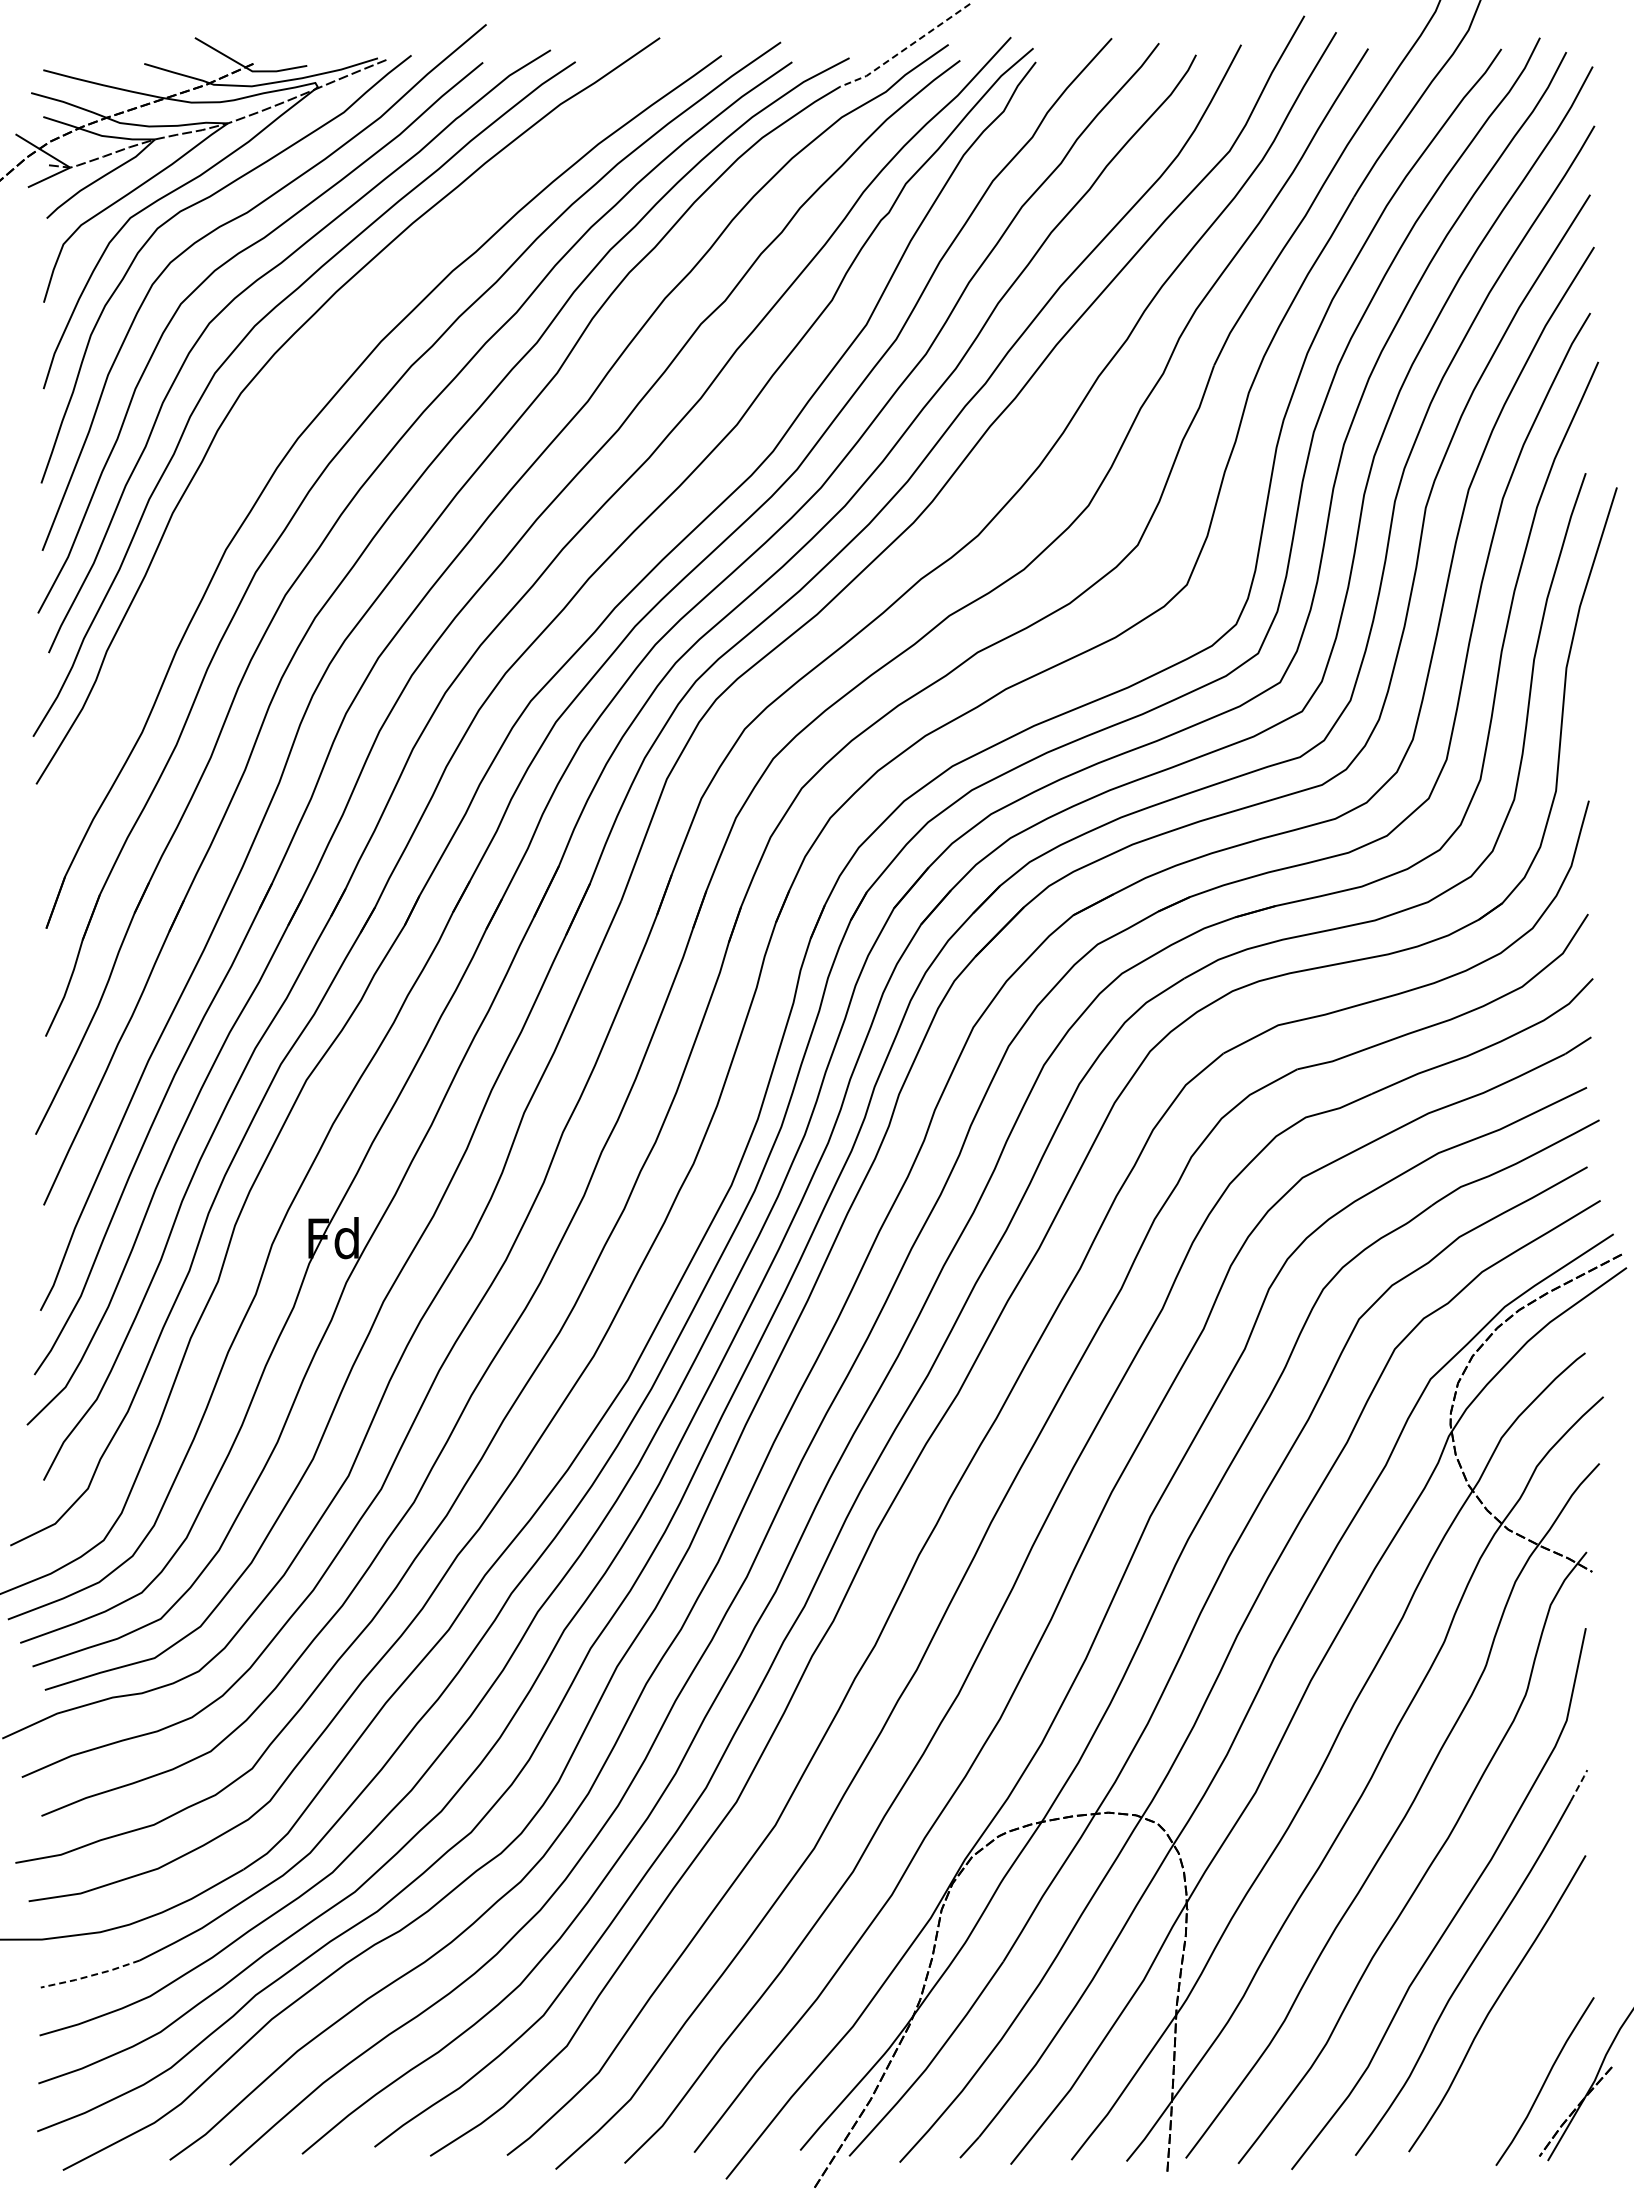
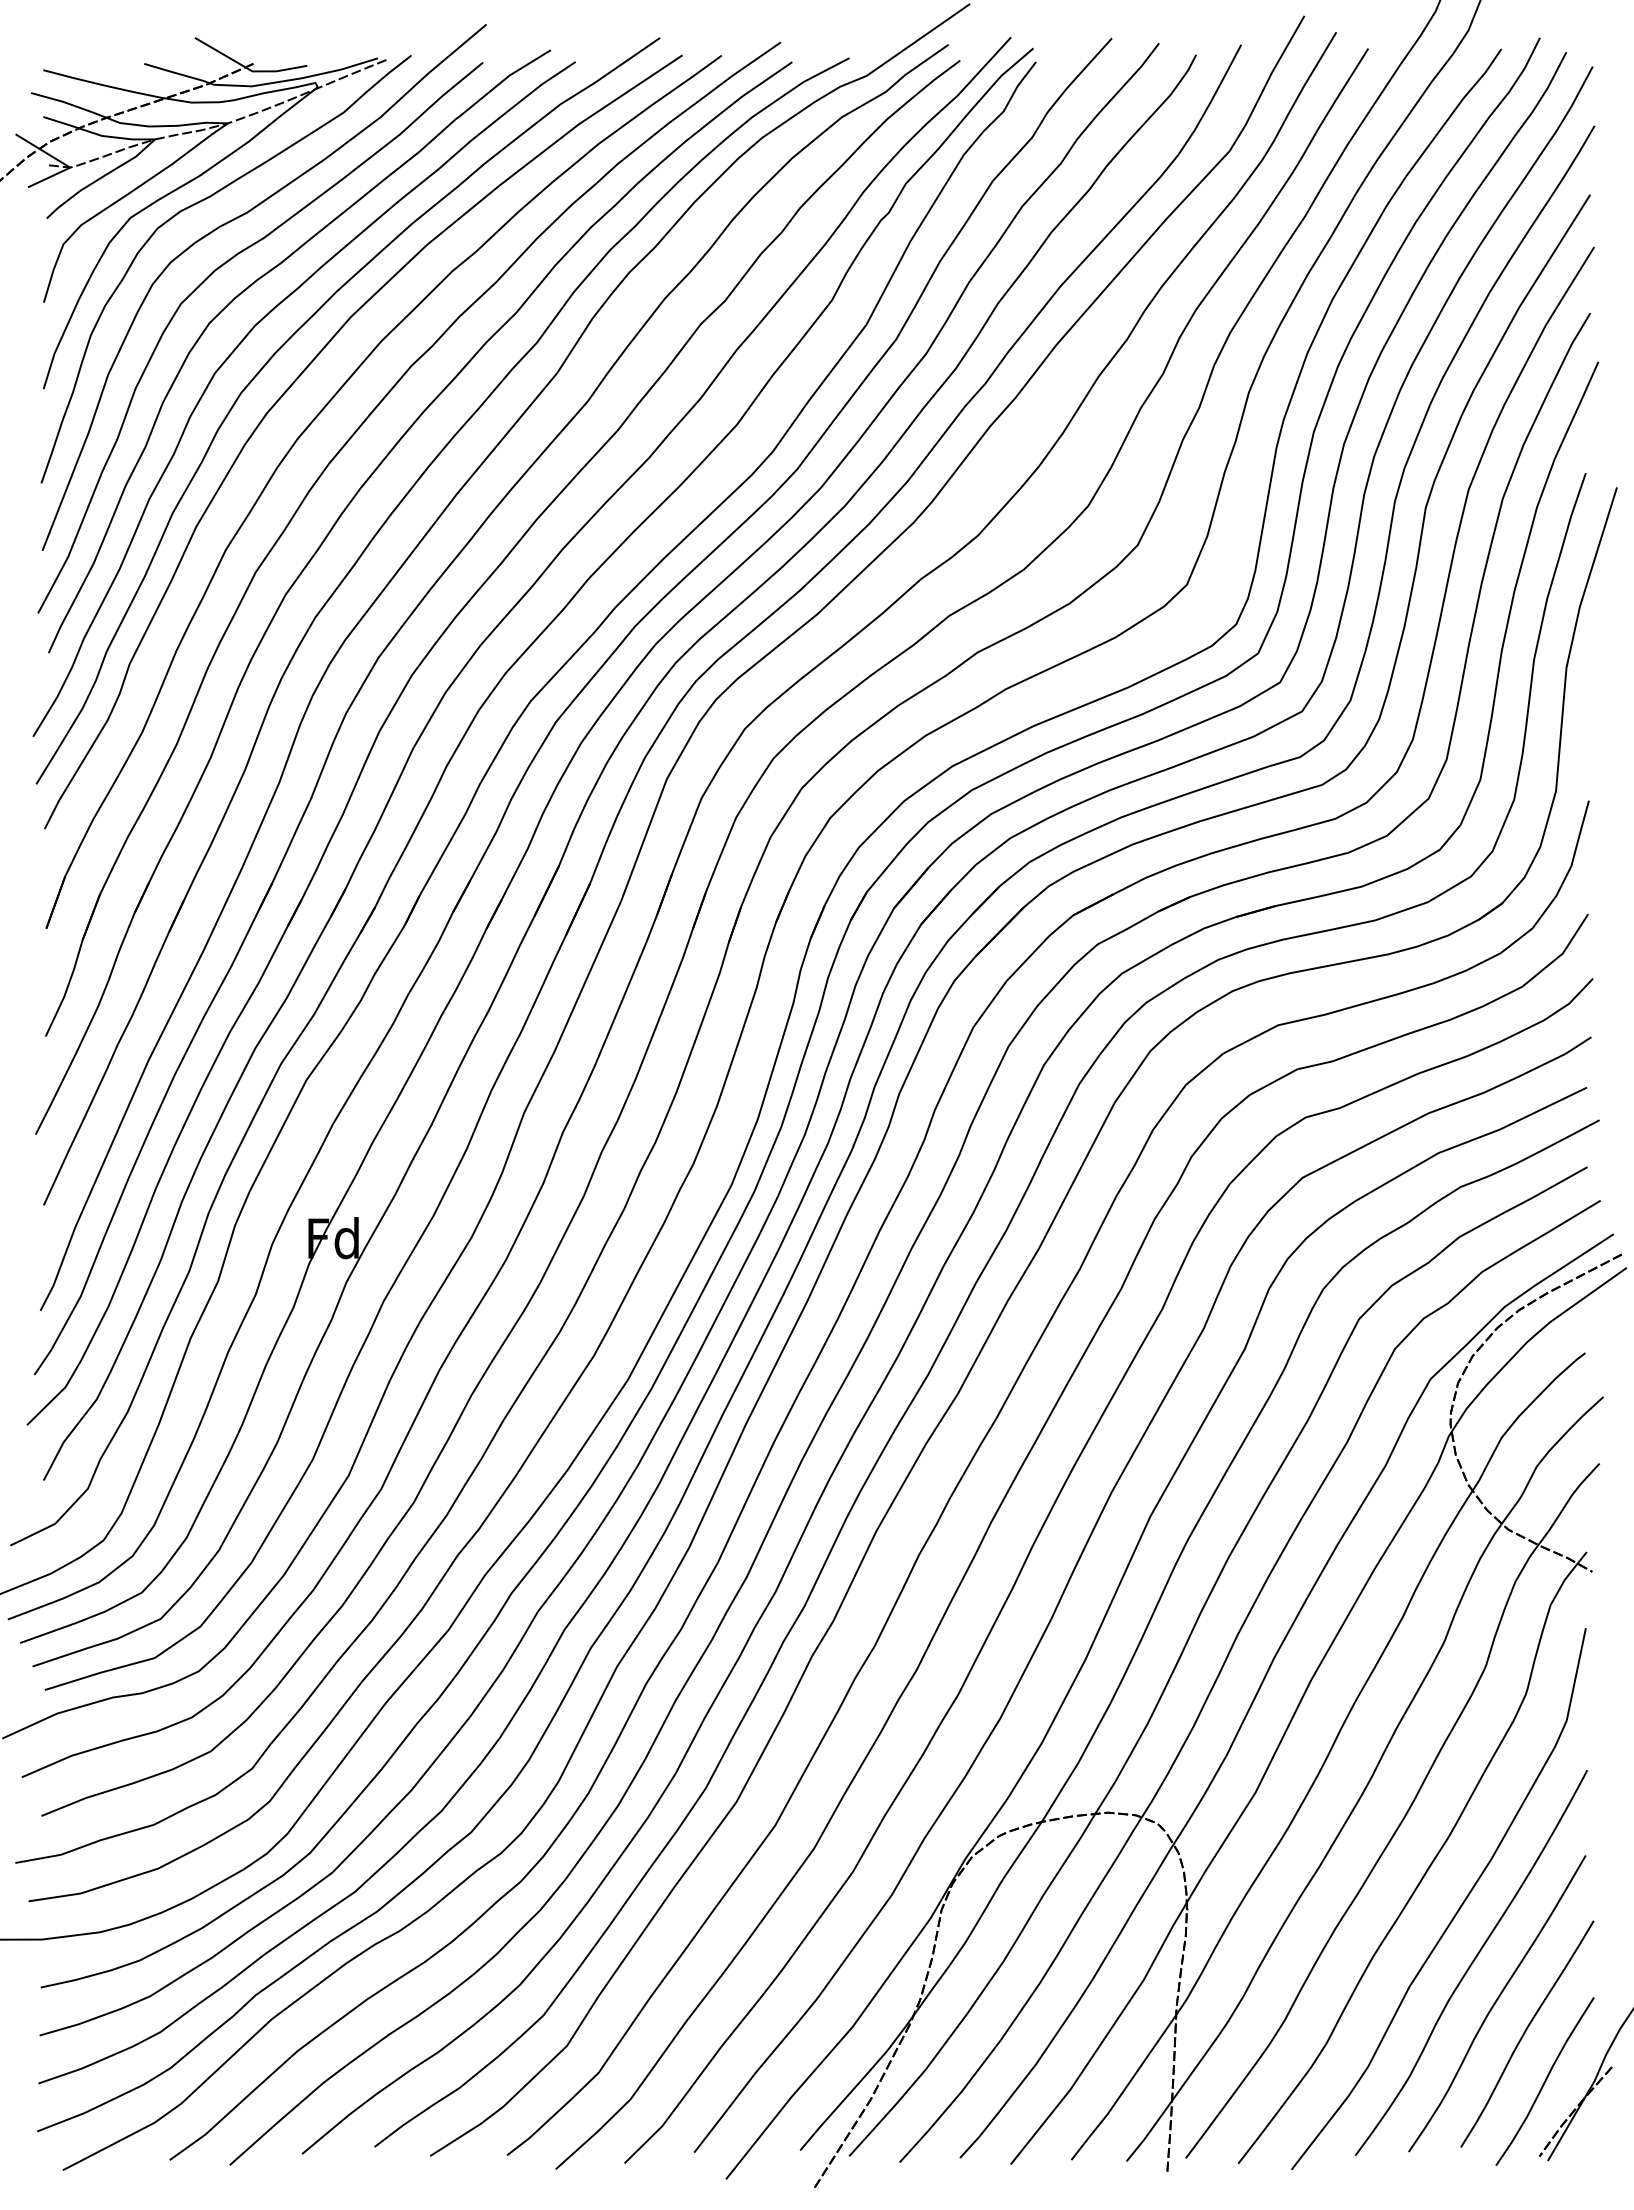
line at (905, 48): dashed -> solid
curve at (295, 382): none -> present
line at (1579, 1784): dashed -> solid
line at (90, 1975): dashed -> solid
curve at (1525, 2033): none -> present
